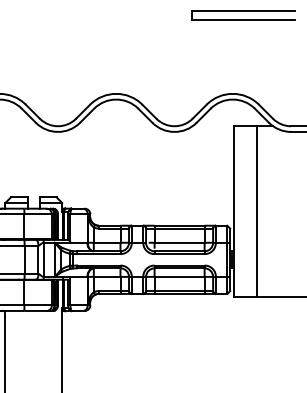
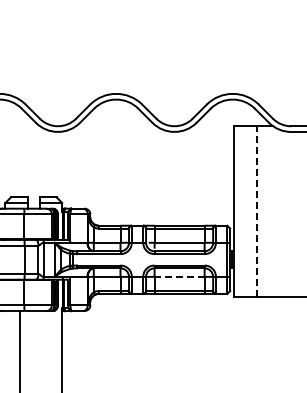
part at (243, 15): present -> none
line at (256, 211): solid -> dashed
line at (179, 276): solid -> dashed
line at (5, 349) position: (5, 349) -> (20, 349)
